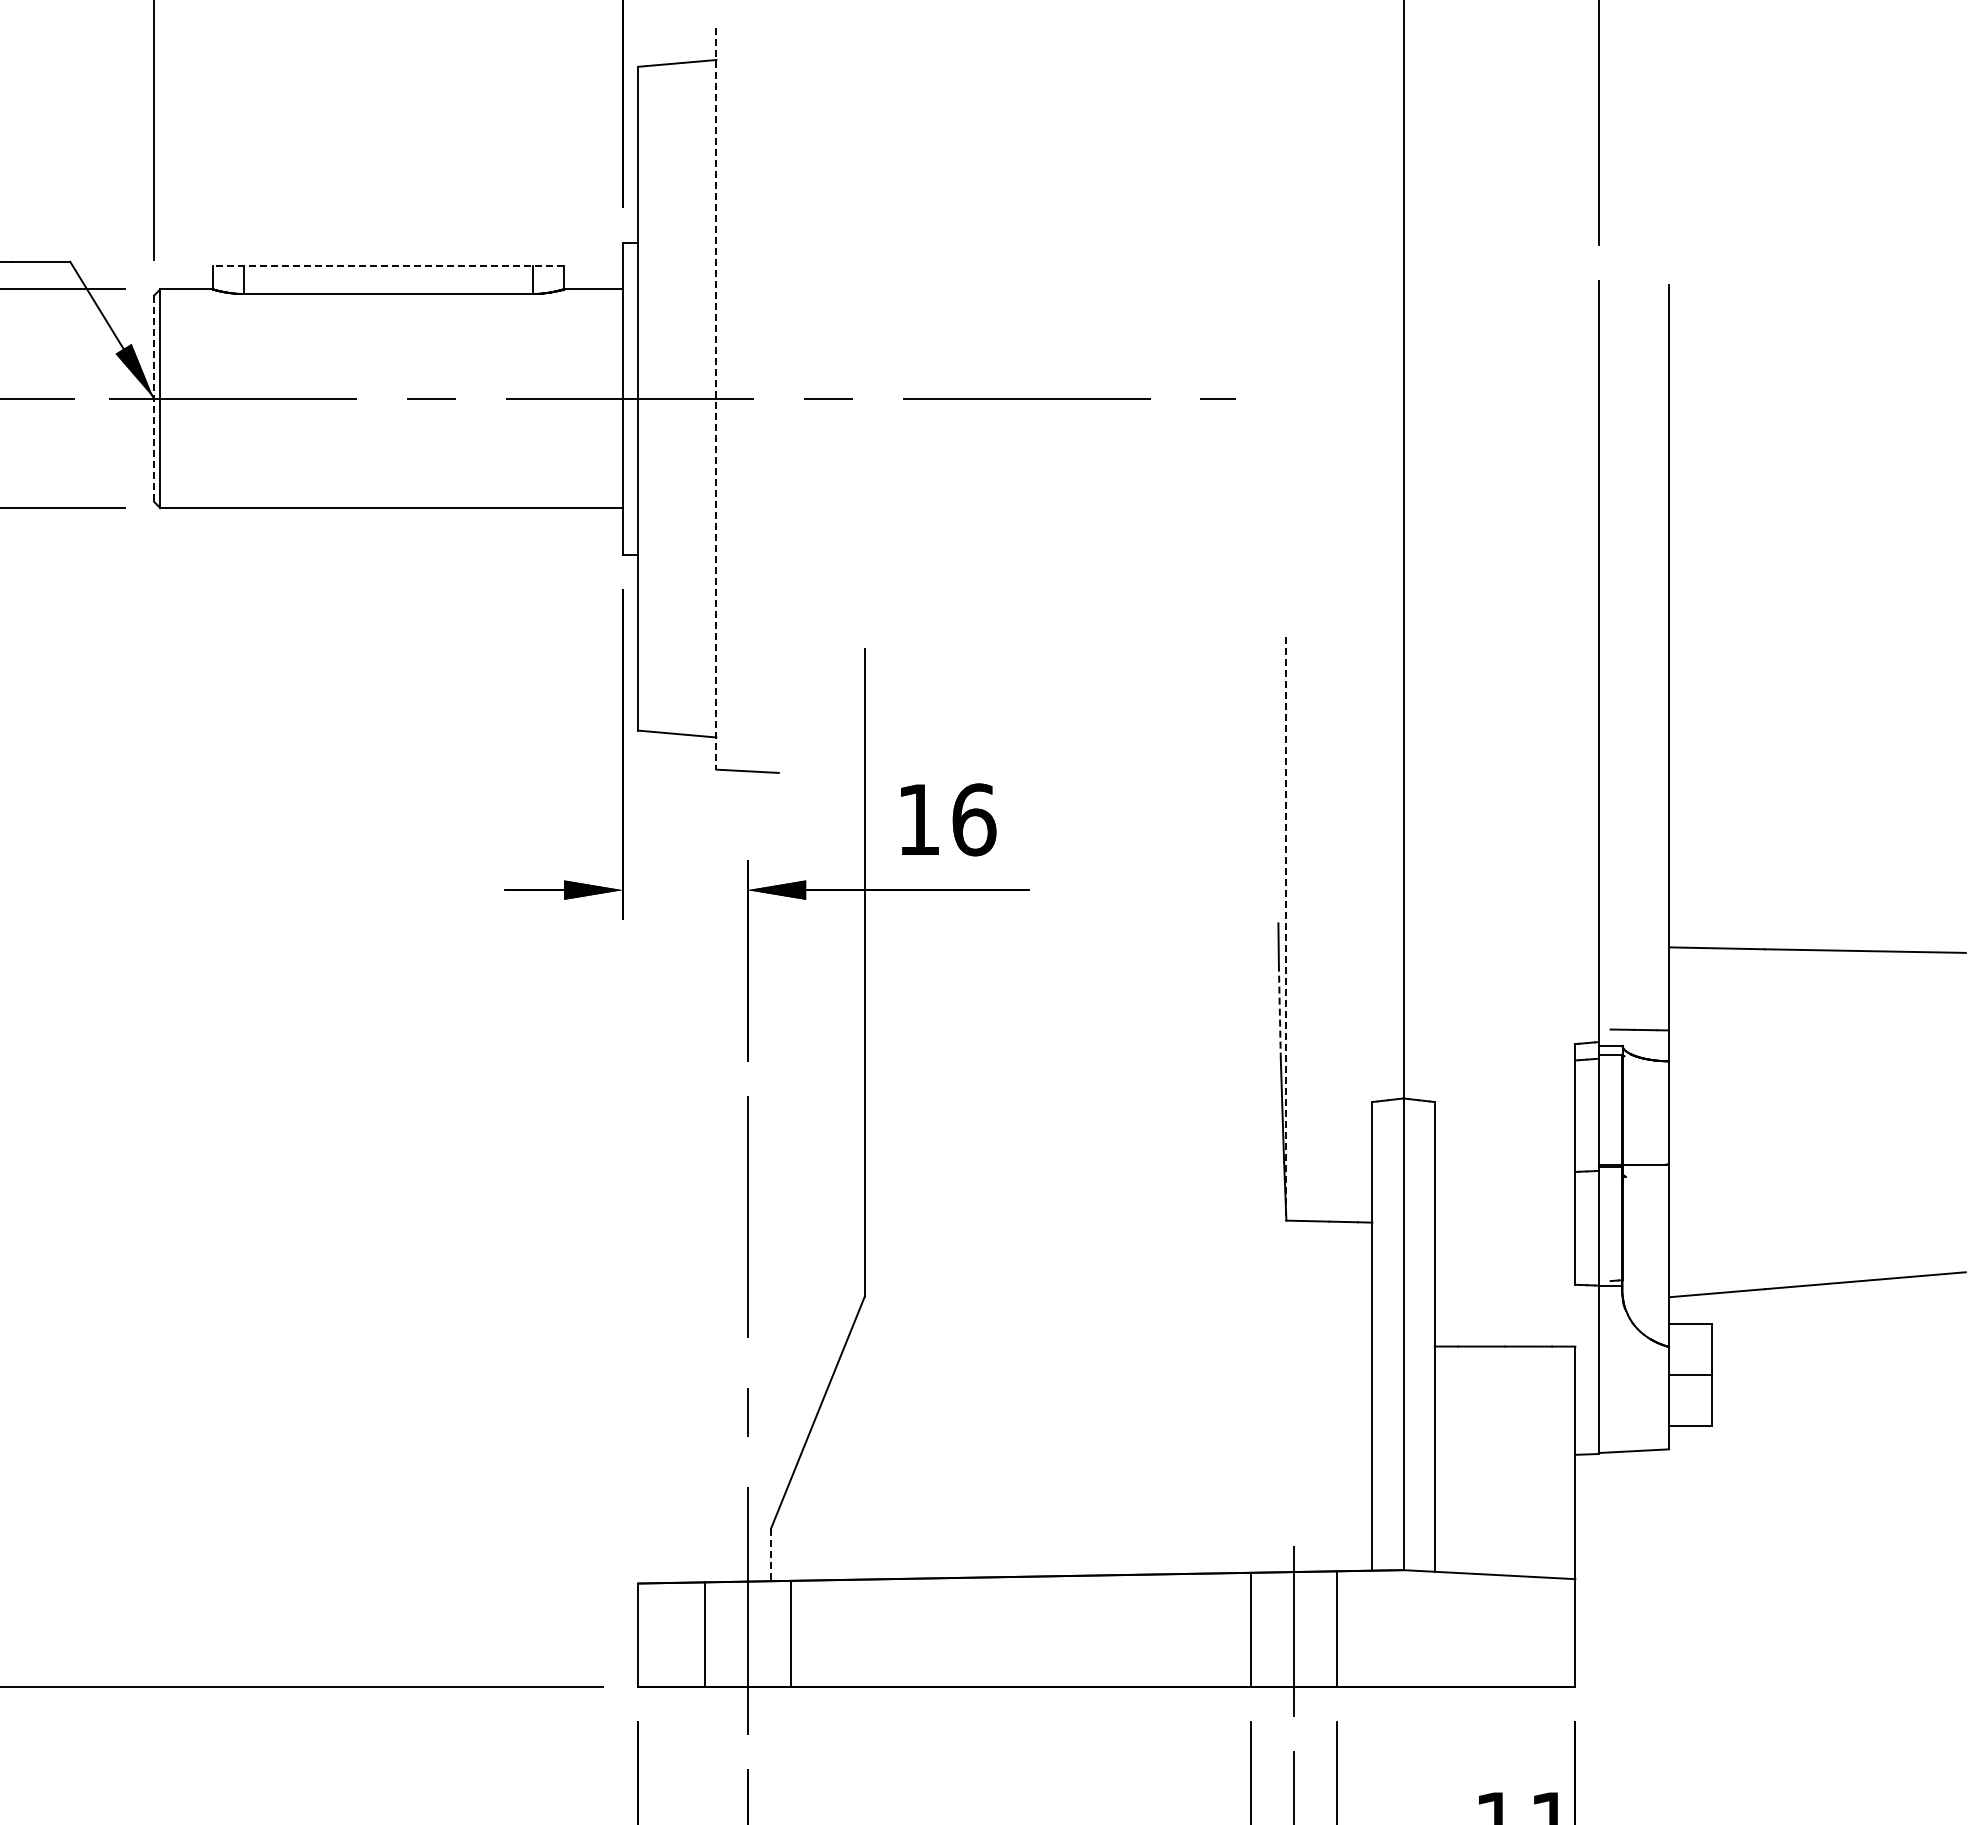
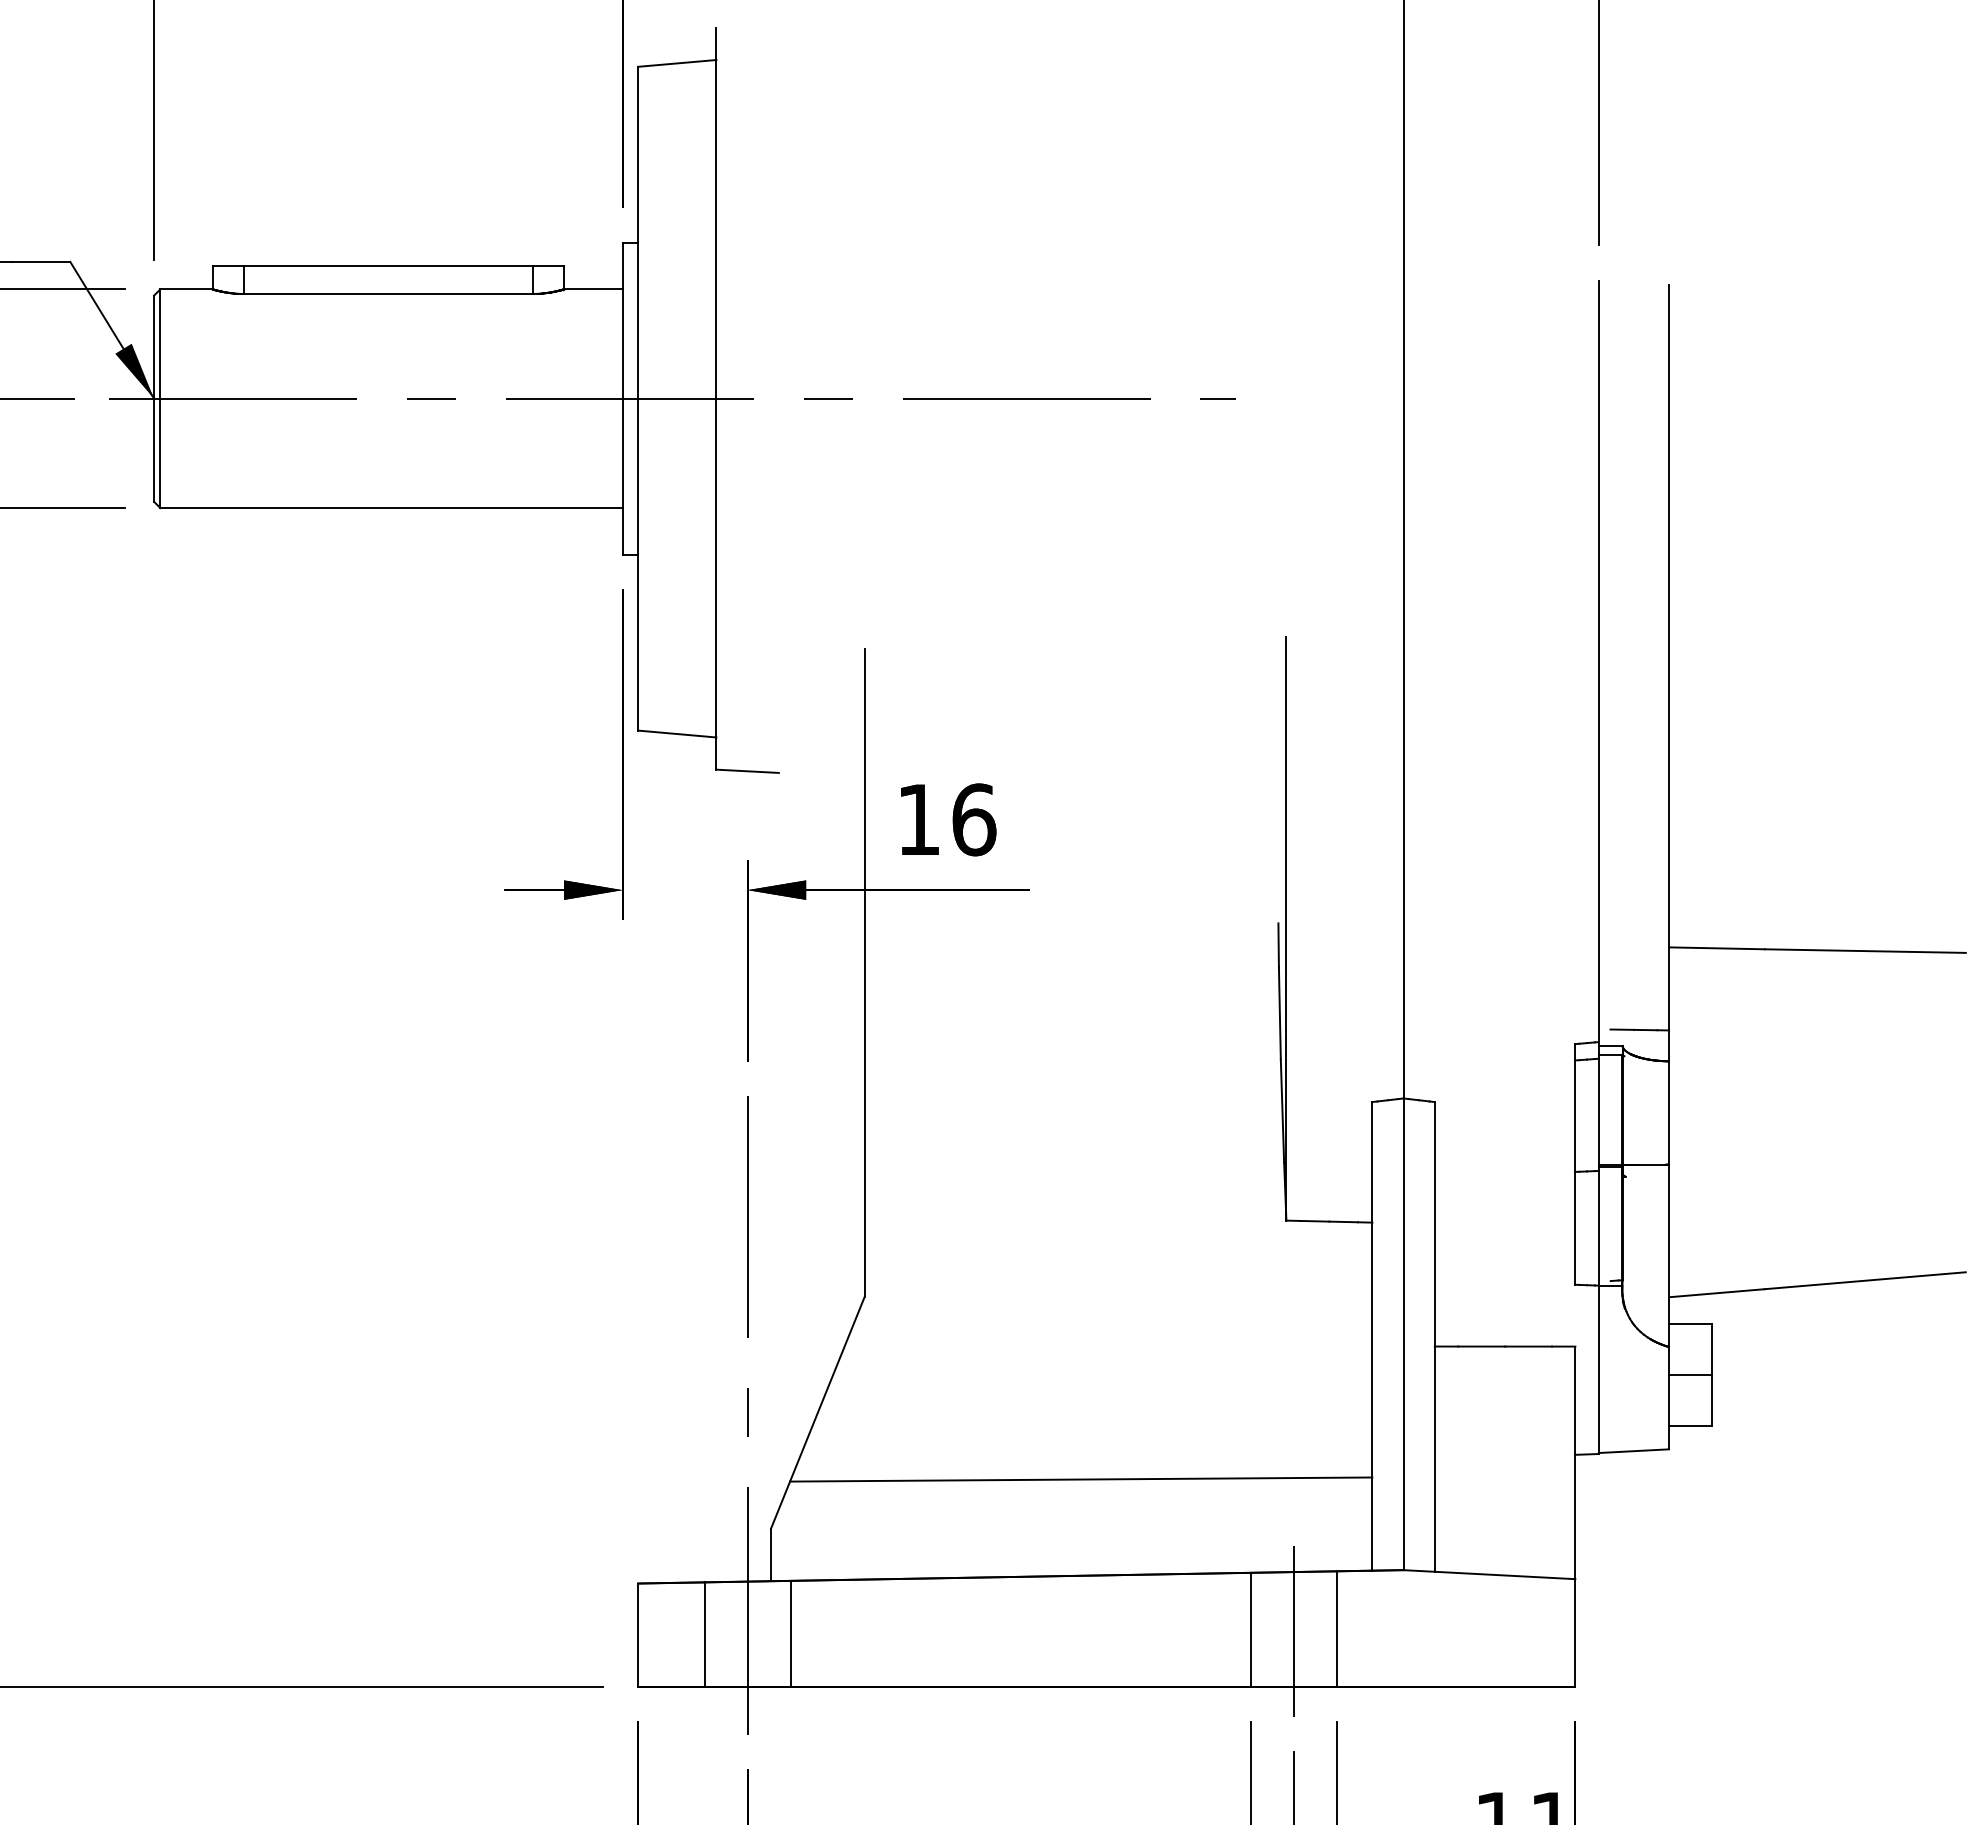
line at (388, 265): dashed -> solid
line at (716, 398): dashed -> solid
line at (154, 399): dashed -> solid
line at (1286, 928): dashed -> solid
line at (1279, 1012): dashed -> solid
line at (1081, 1479): none -> present
line at (771, 1555): dashed -> solid
